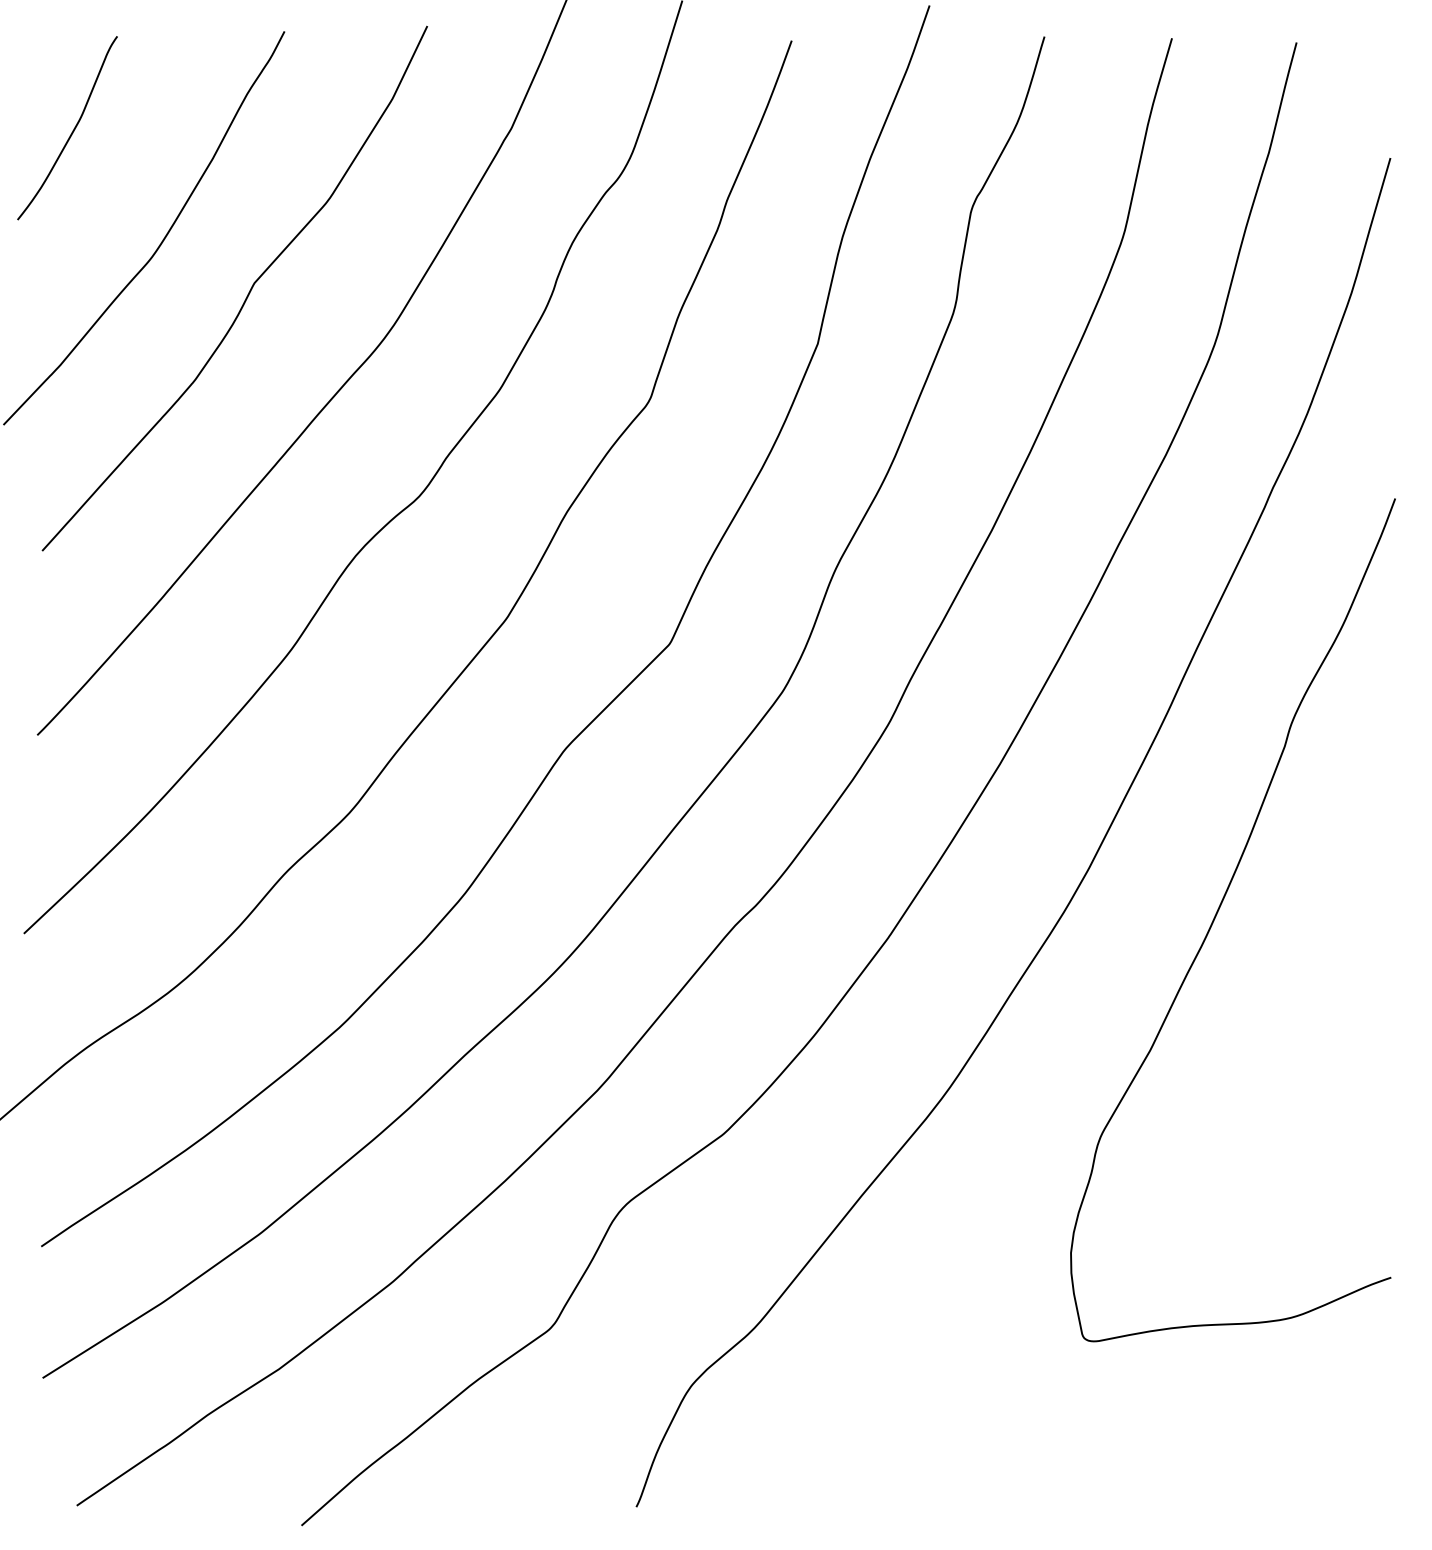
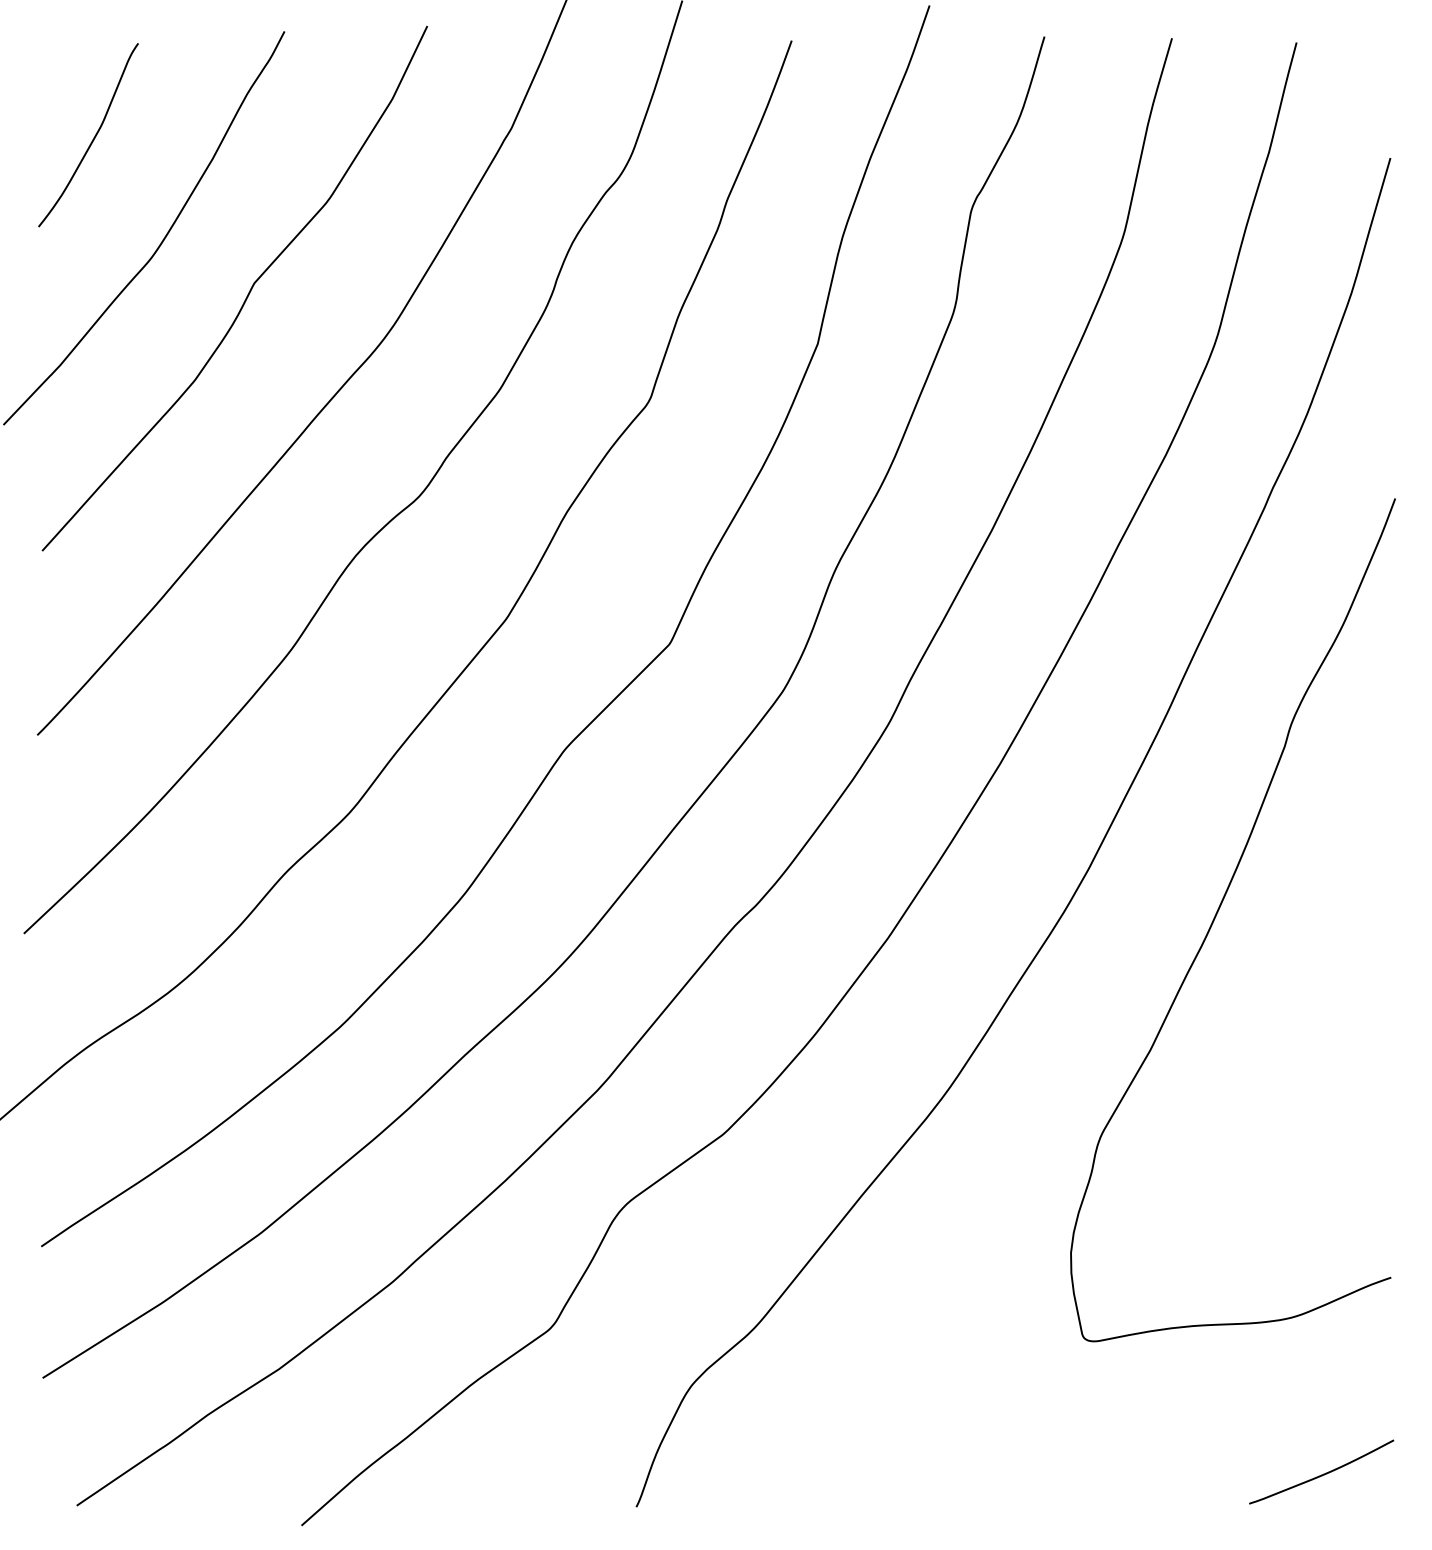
curve at (72, 130) position: (72, 130) -> (93, 137)
curve at (1323, 1473): none -> present
